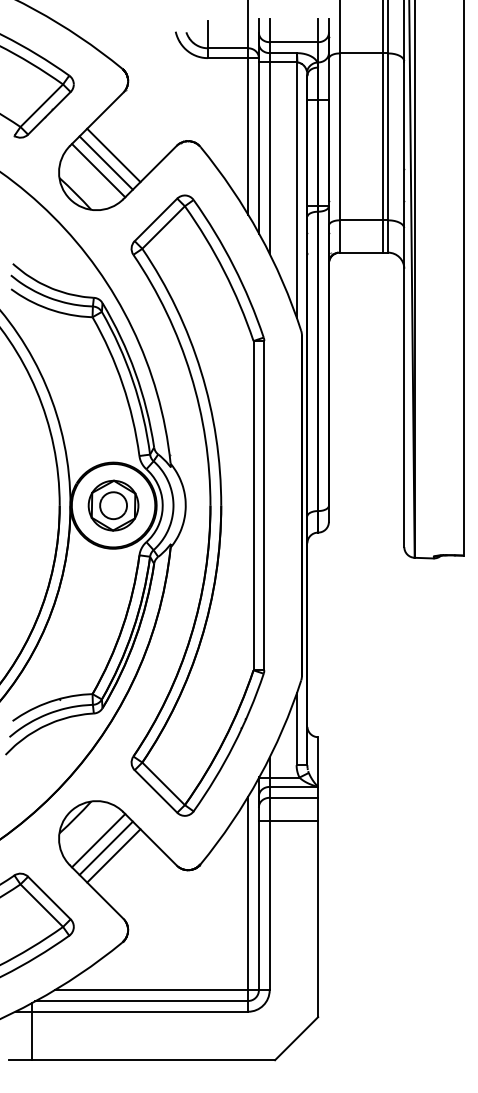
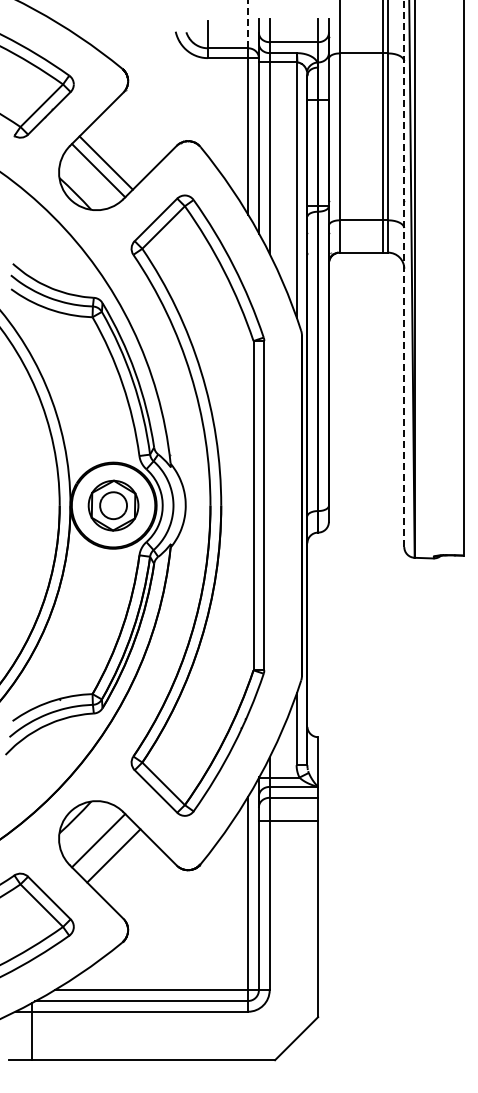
line at (248, 23): solid -> dashed
line at (113, 155): present -> none
line at (404, 273): solid -> dashed
line at (105, 847): present -> none
